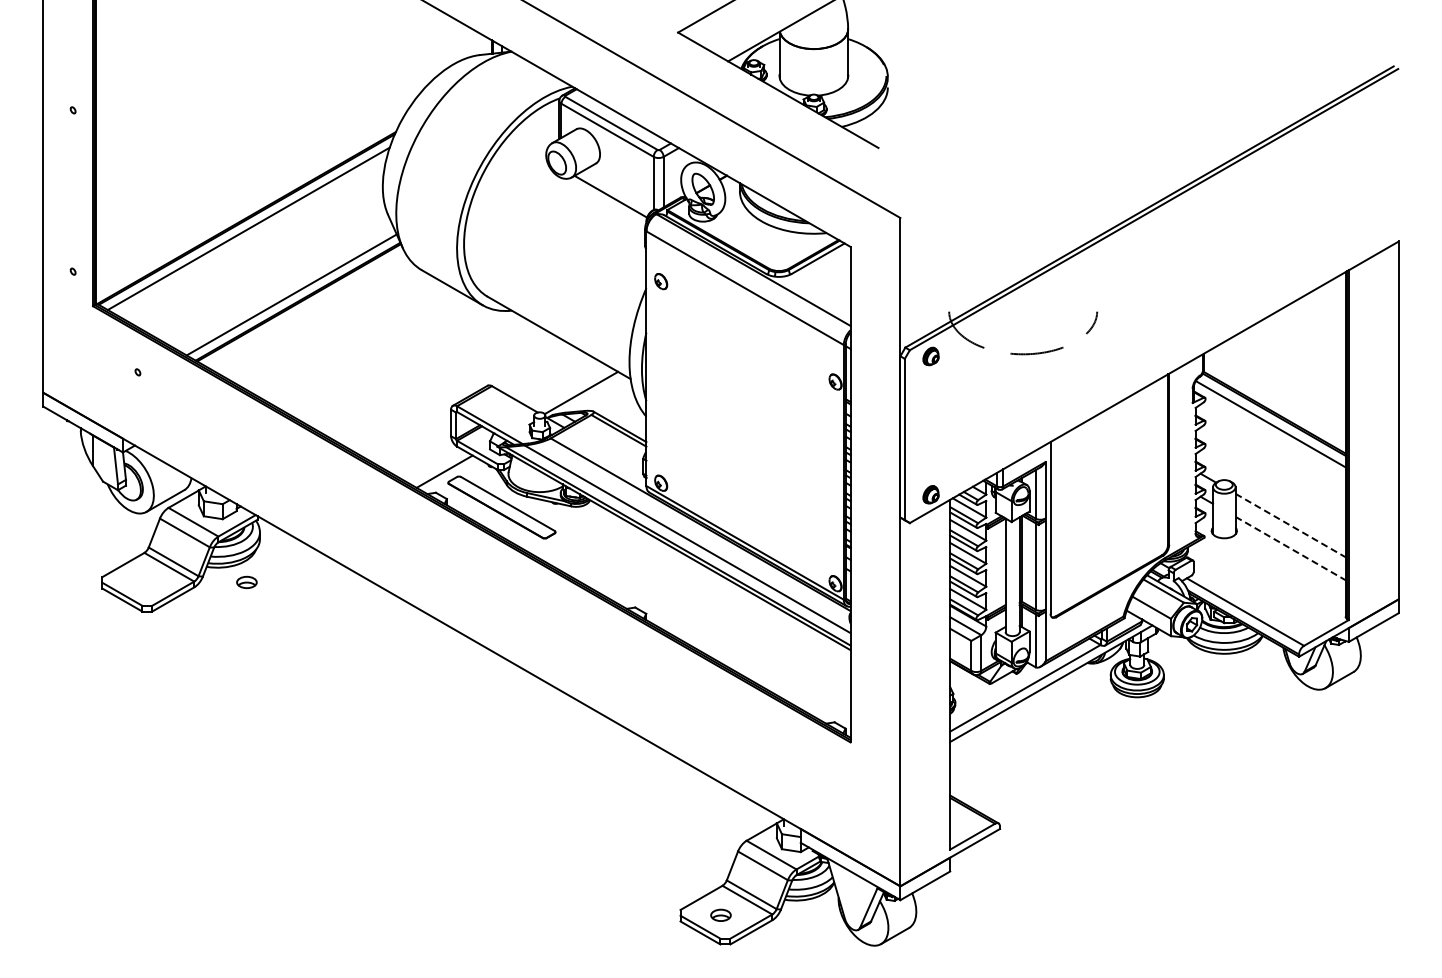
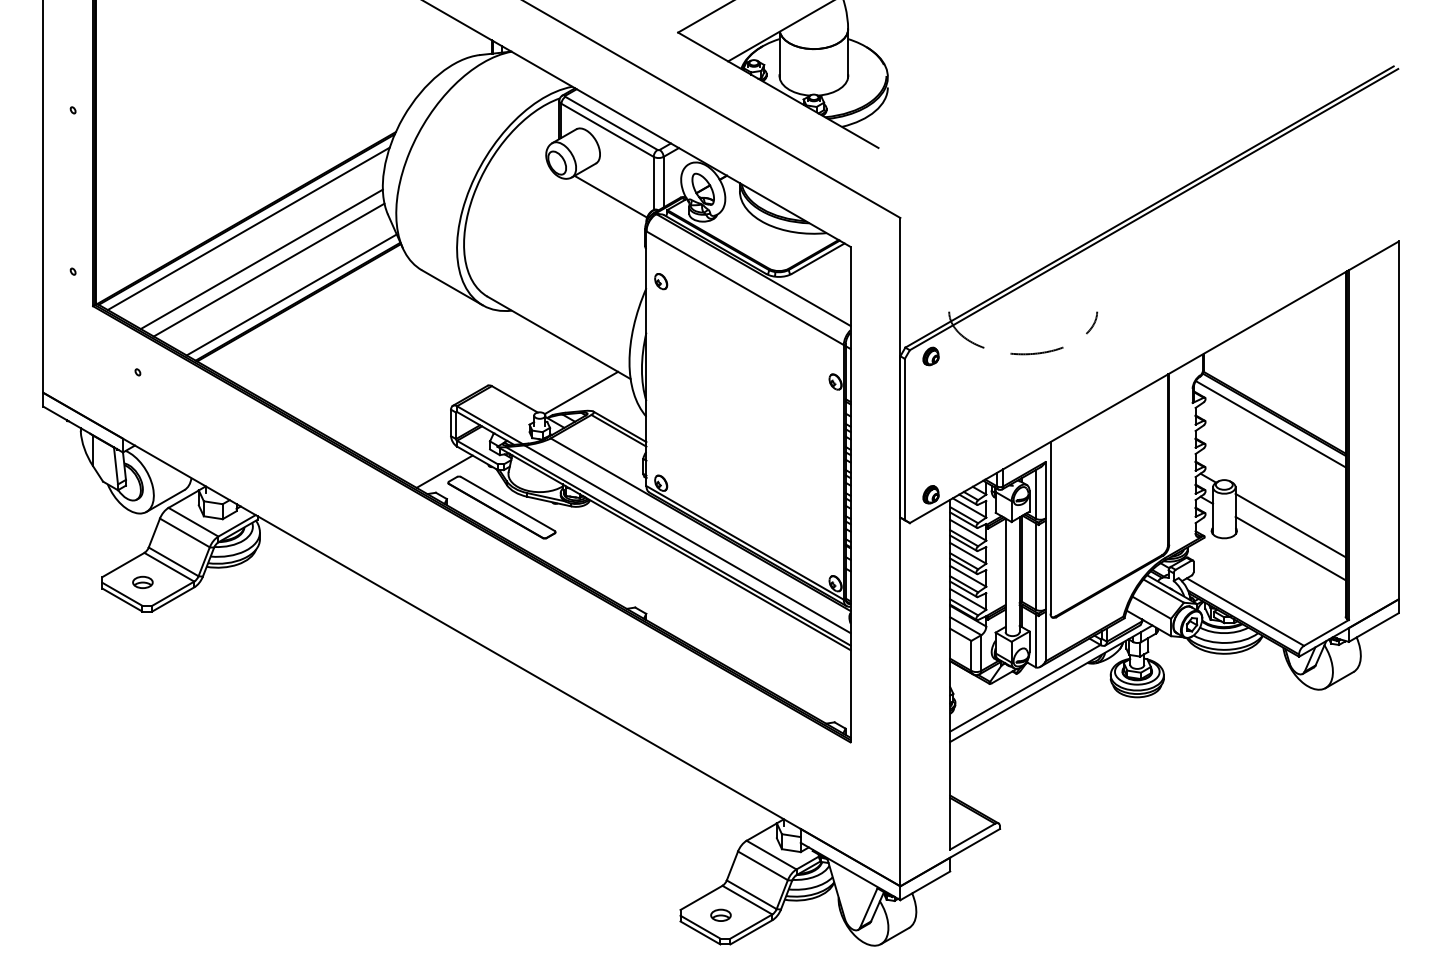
line at (261, 259): none -> present
line at (268, 269): none -> present
line at (1291, 525): dashed -> solid
line at (1291, 548): dashed -> solid
part at (246, 581) position: (246, 581) -> (142, 581)
